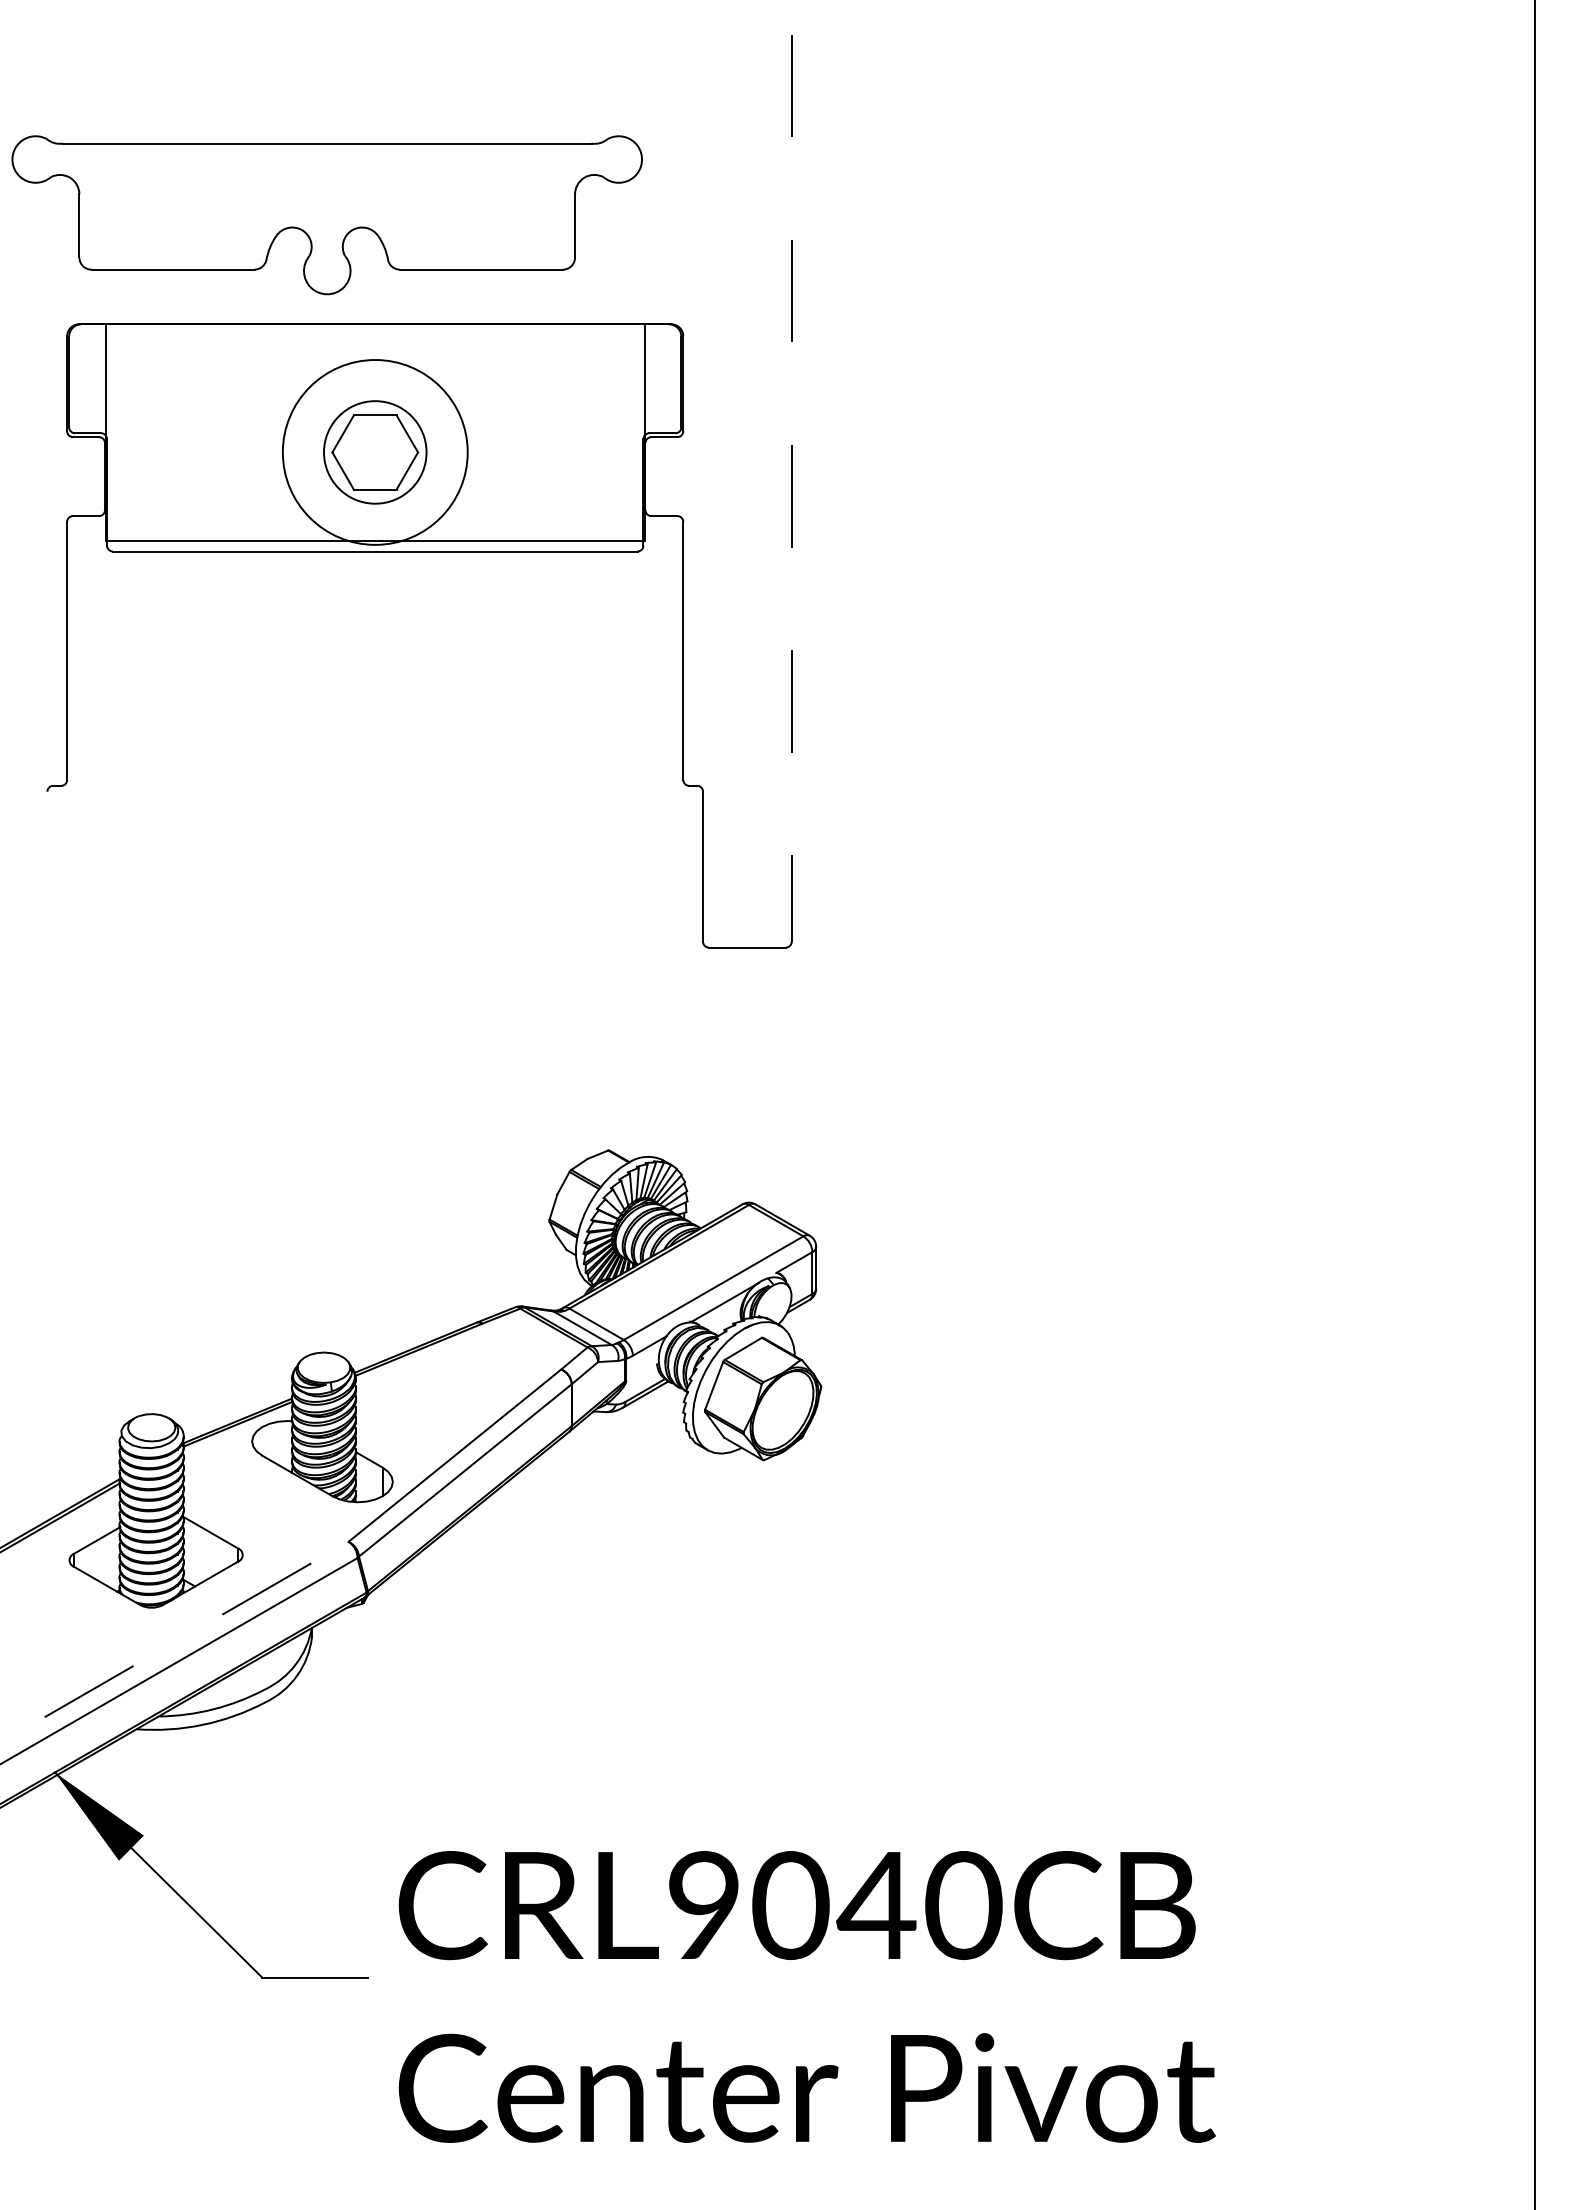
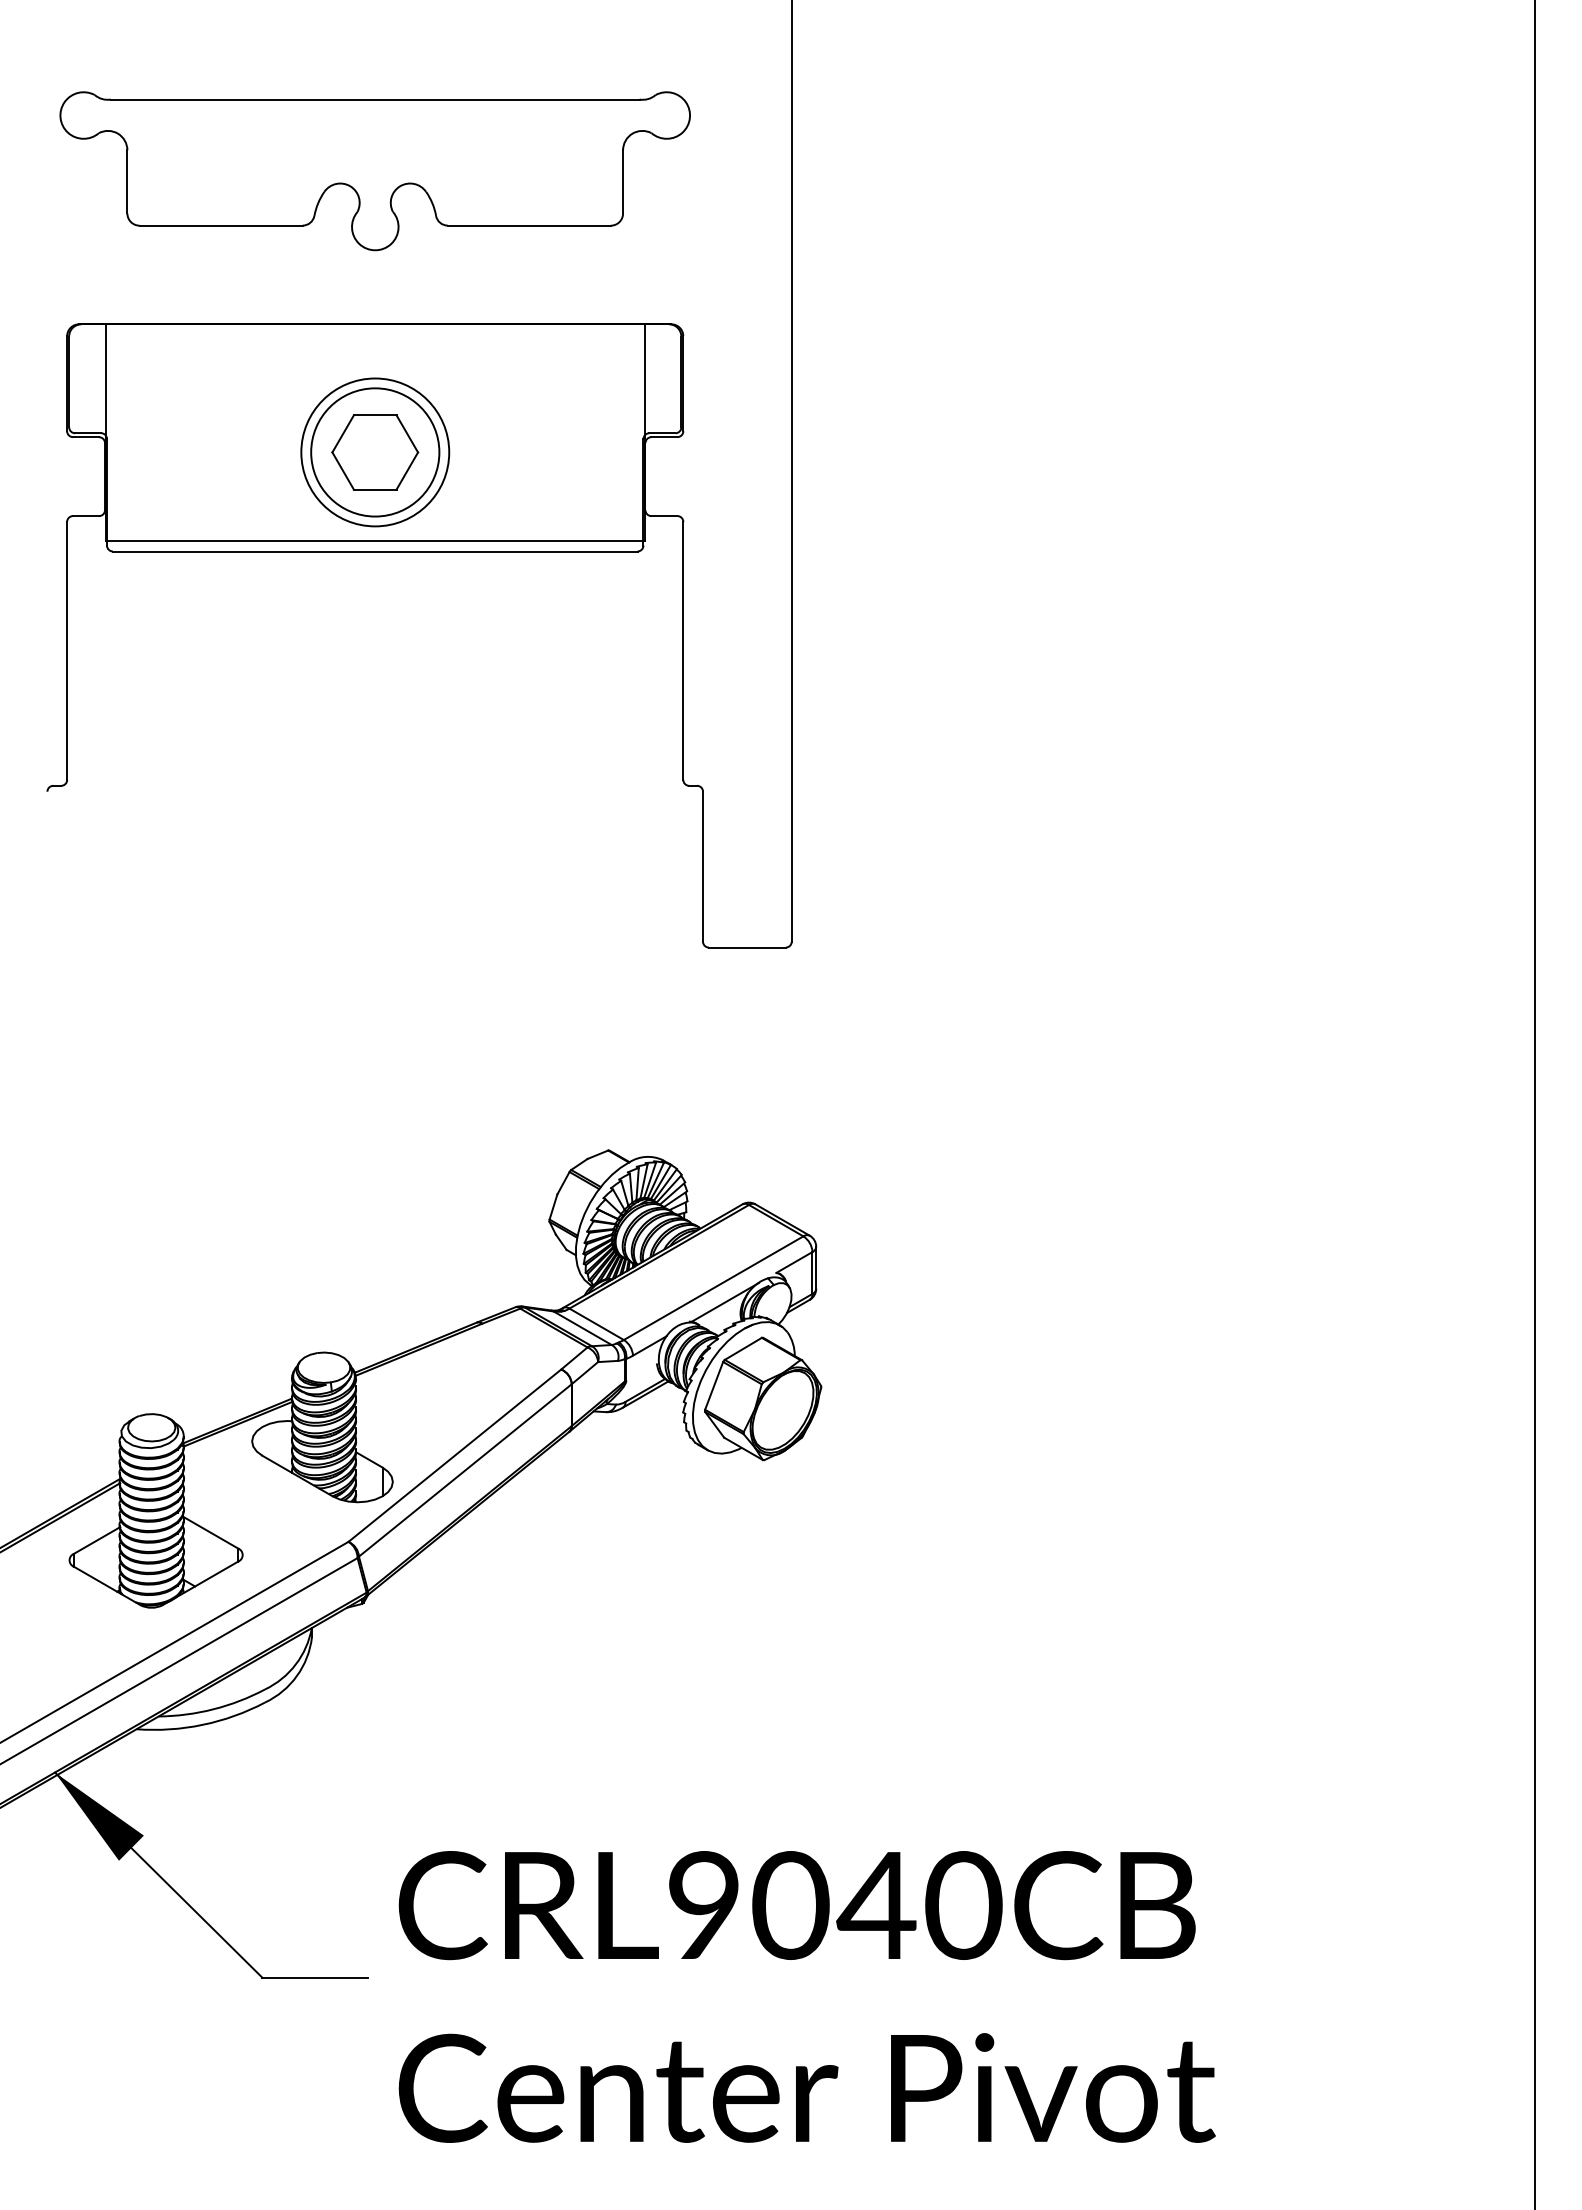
part at (326, 215) position: (326, 215) -> (374, 171)
circle at (374, 452) diameter: 185 px -> 148 px
circle at (375, 452) diameter: 103 px -> 128 px
line at (791, 470): dashed -> solid
line at (174, 1642): dashed -> solid
